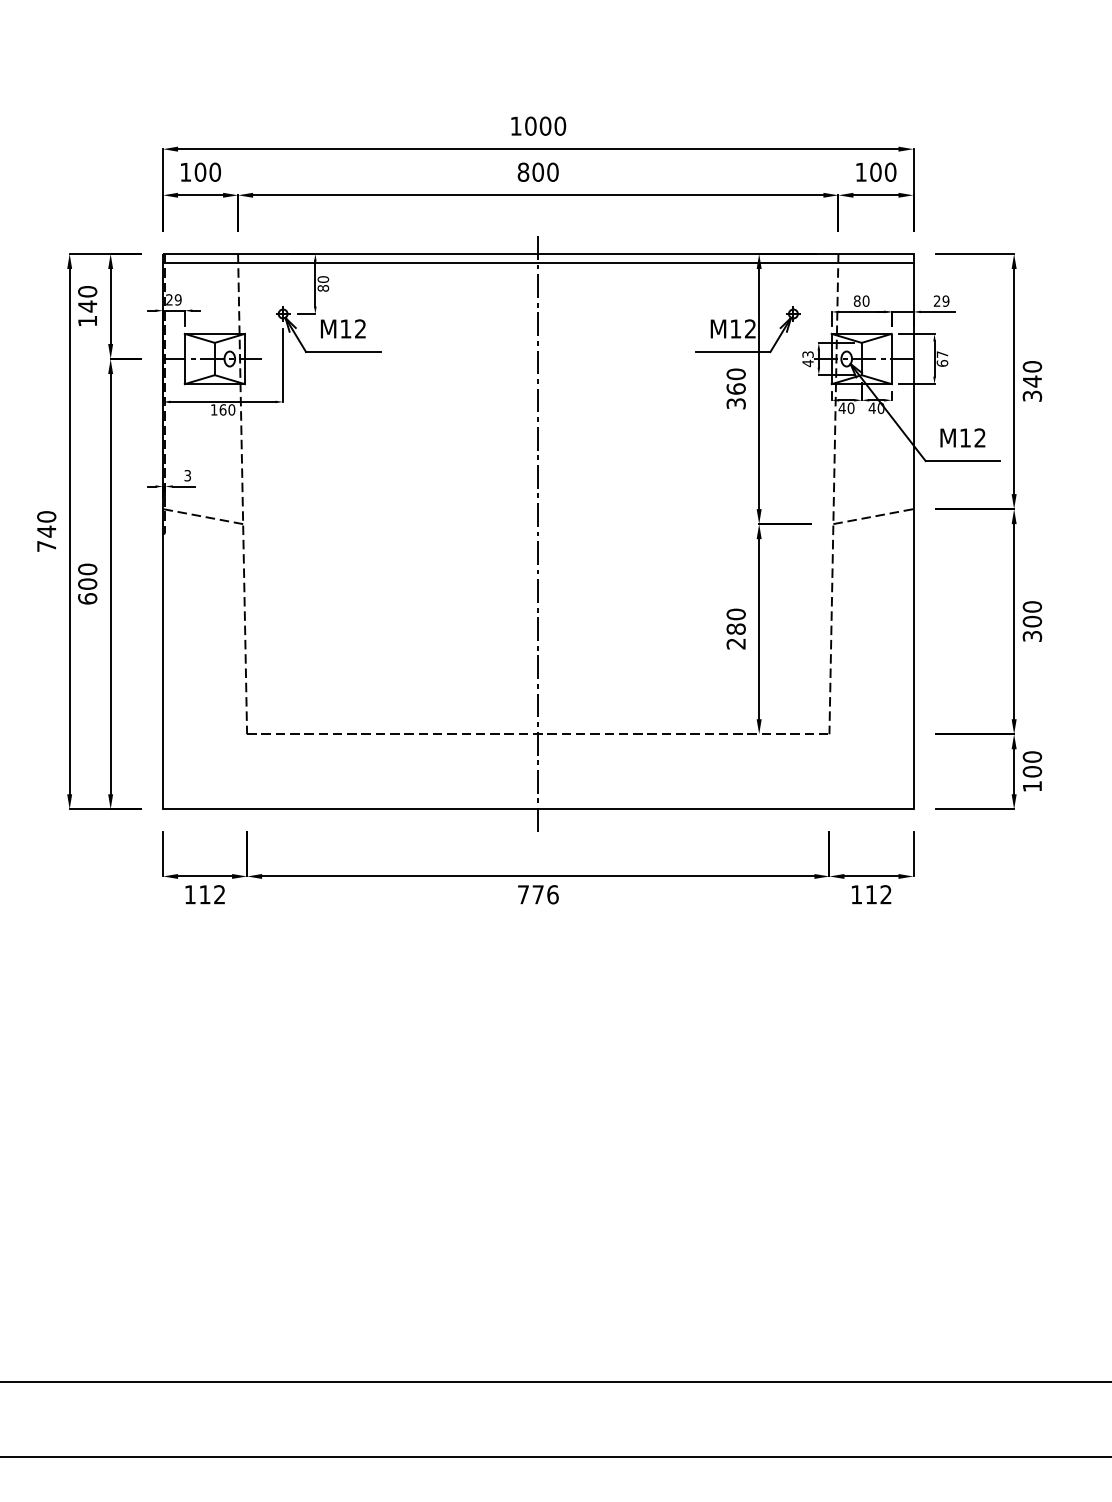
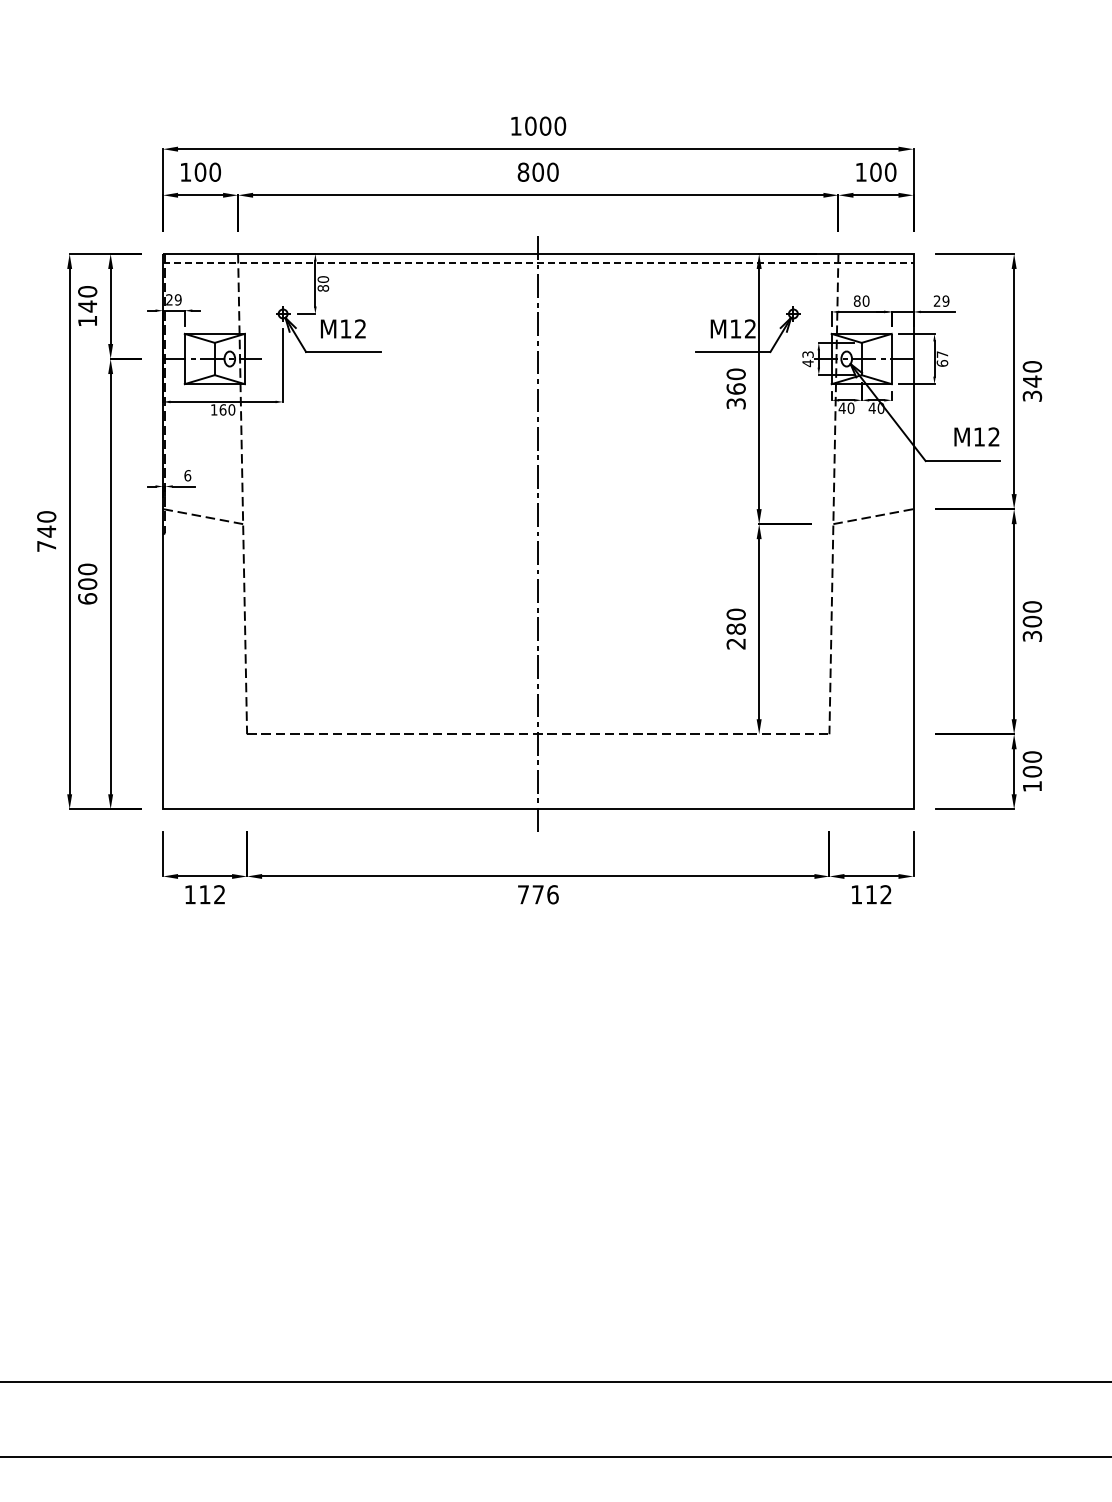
line at (538, 262): solid -> dashed
text at (962, 437) position: (962, 437) -> (976, 436)
text at (187, 475): 3 -> 6
